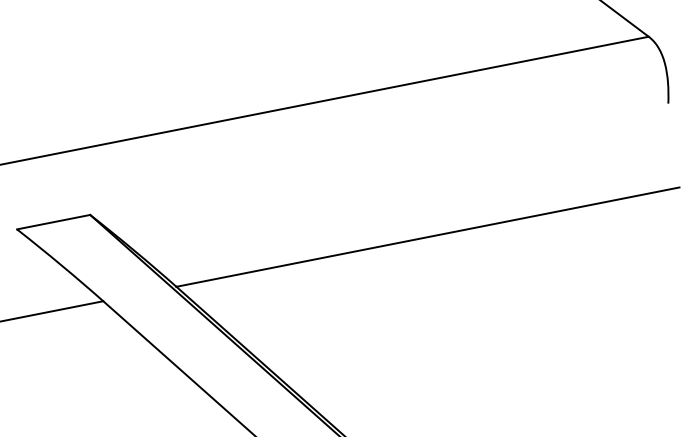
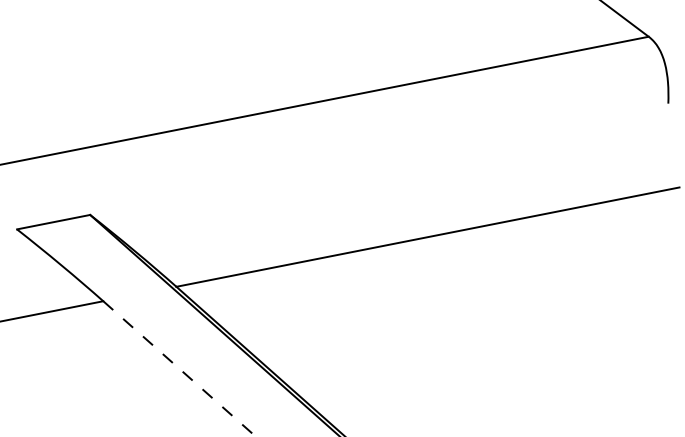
line at (179, 368): solid -> dashed
